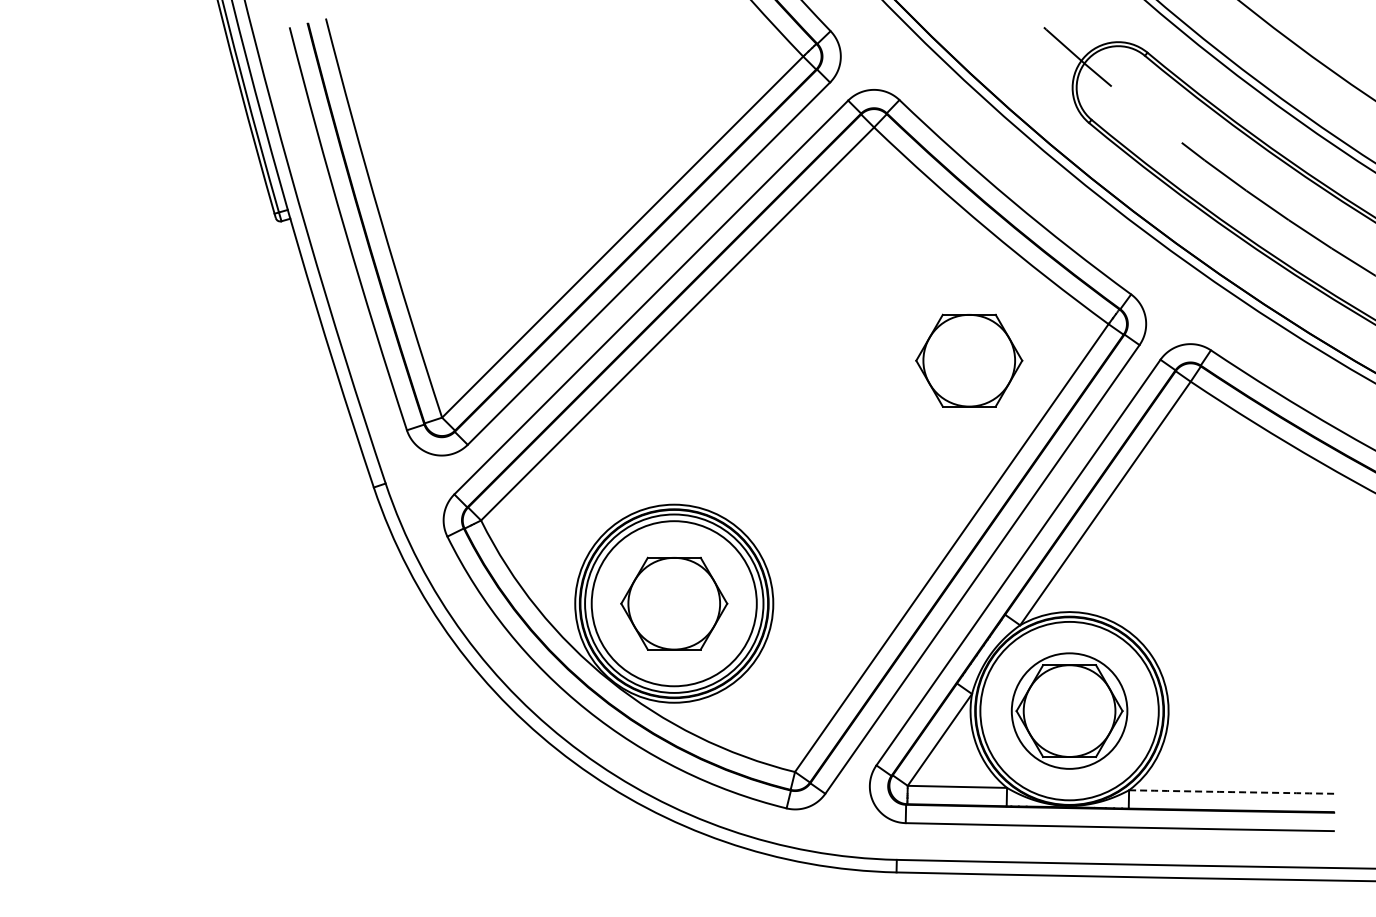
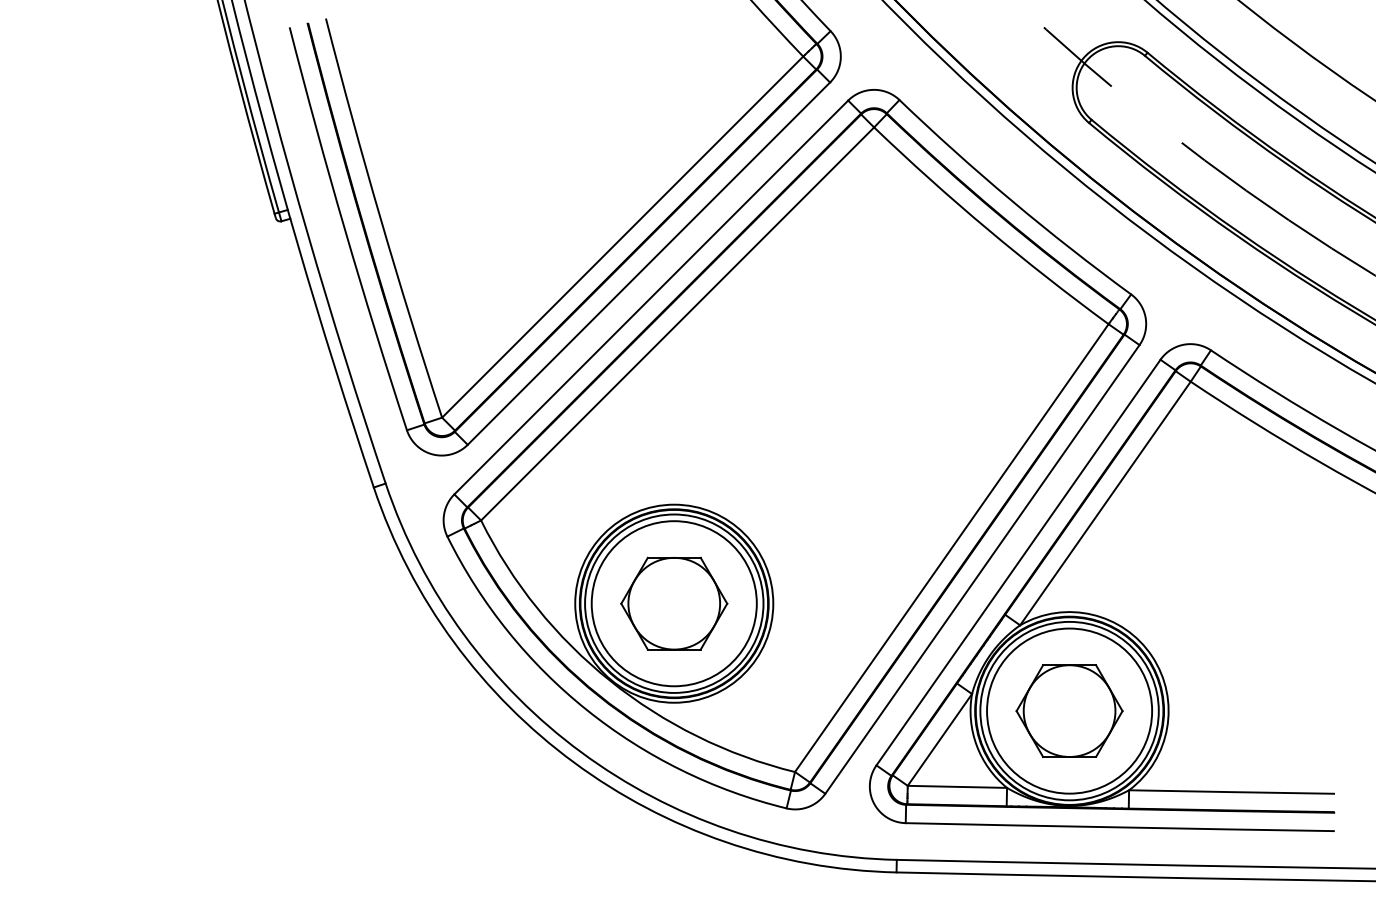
part at (969, 360): present -> none
circle at (1069, 710) diameter: 116 px -> 165 px
arc at (1232, 792): dashed -> solid
